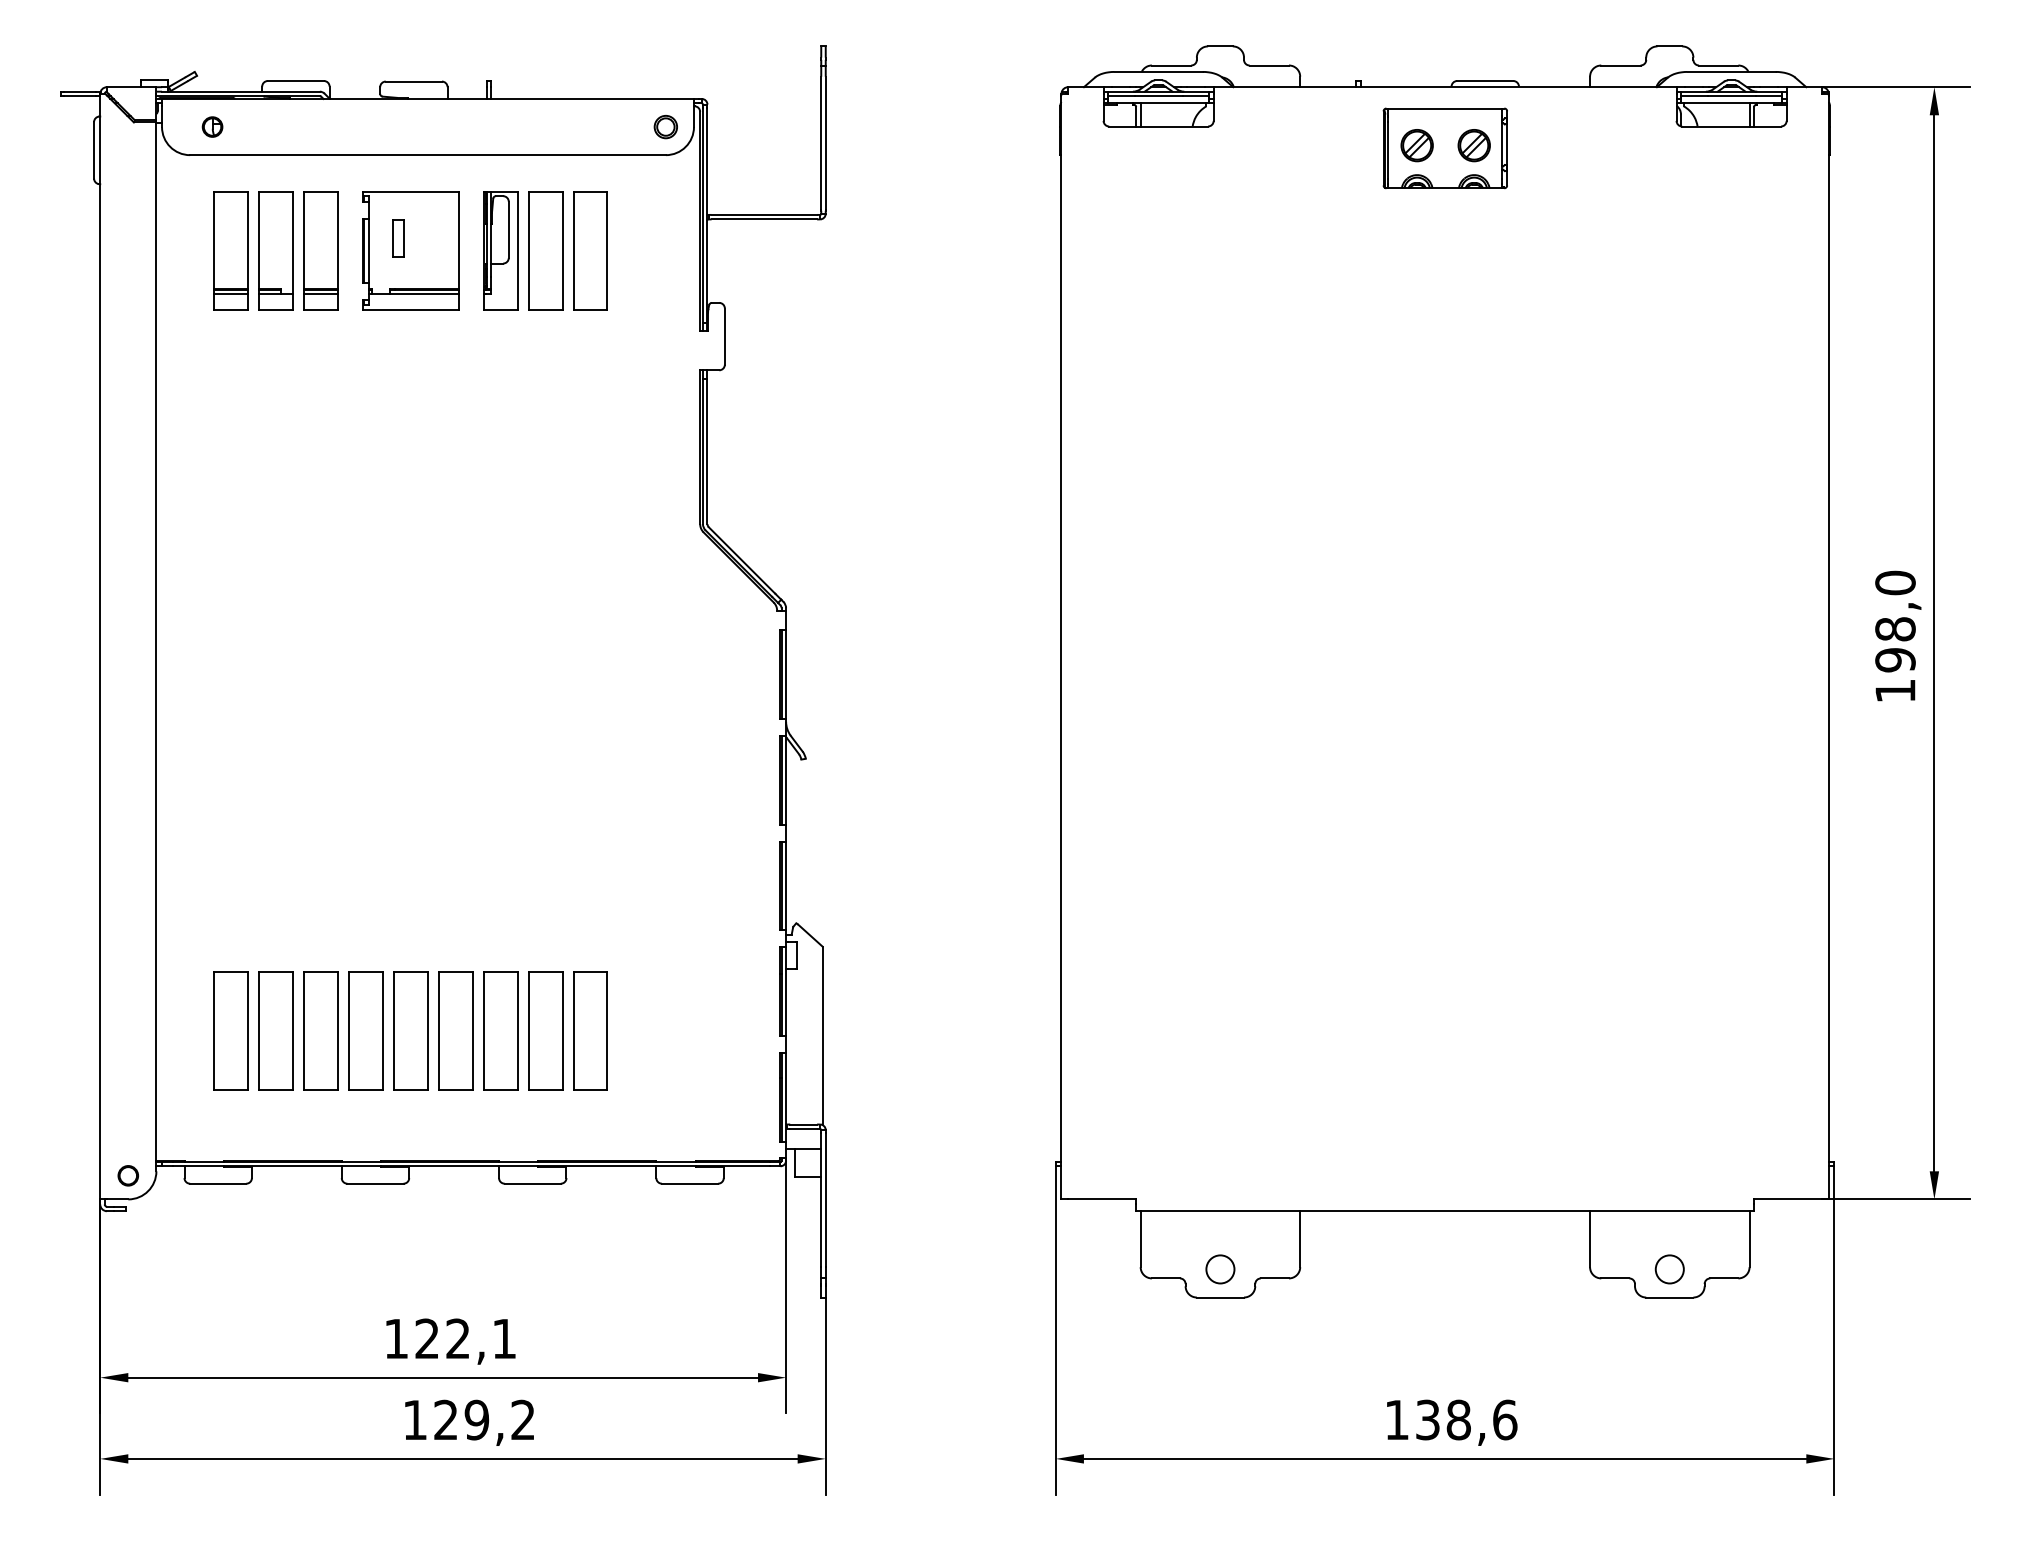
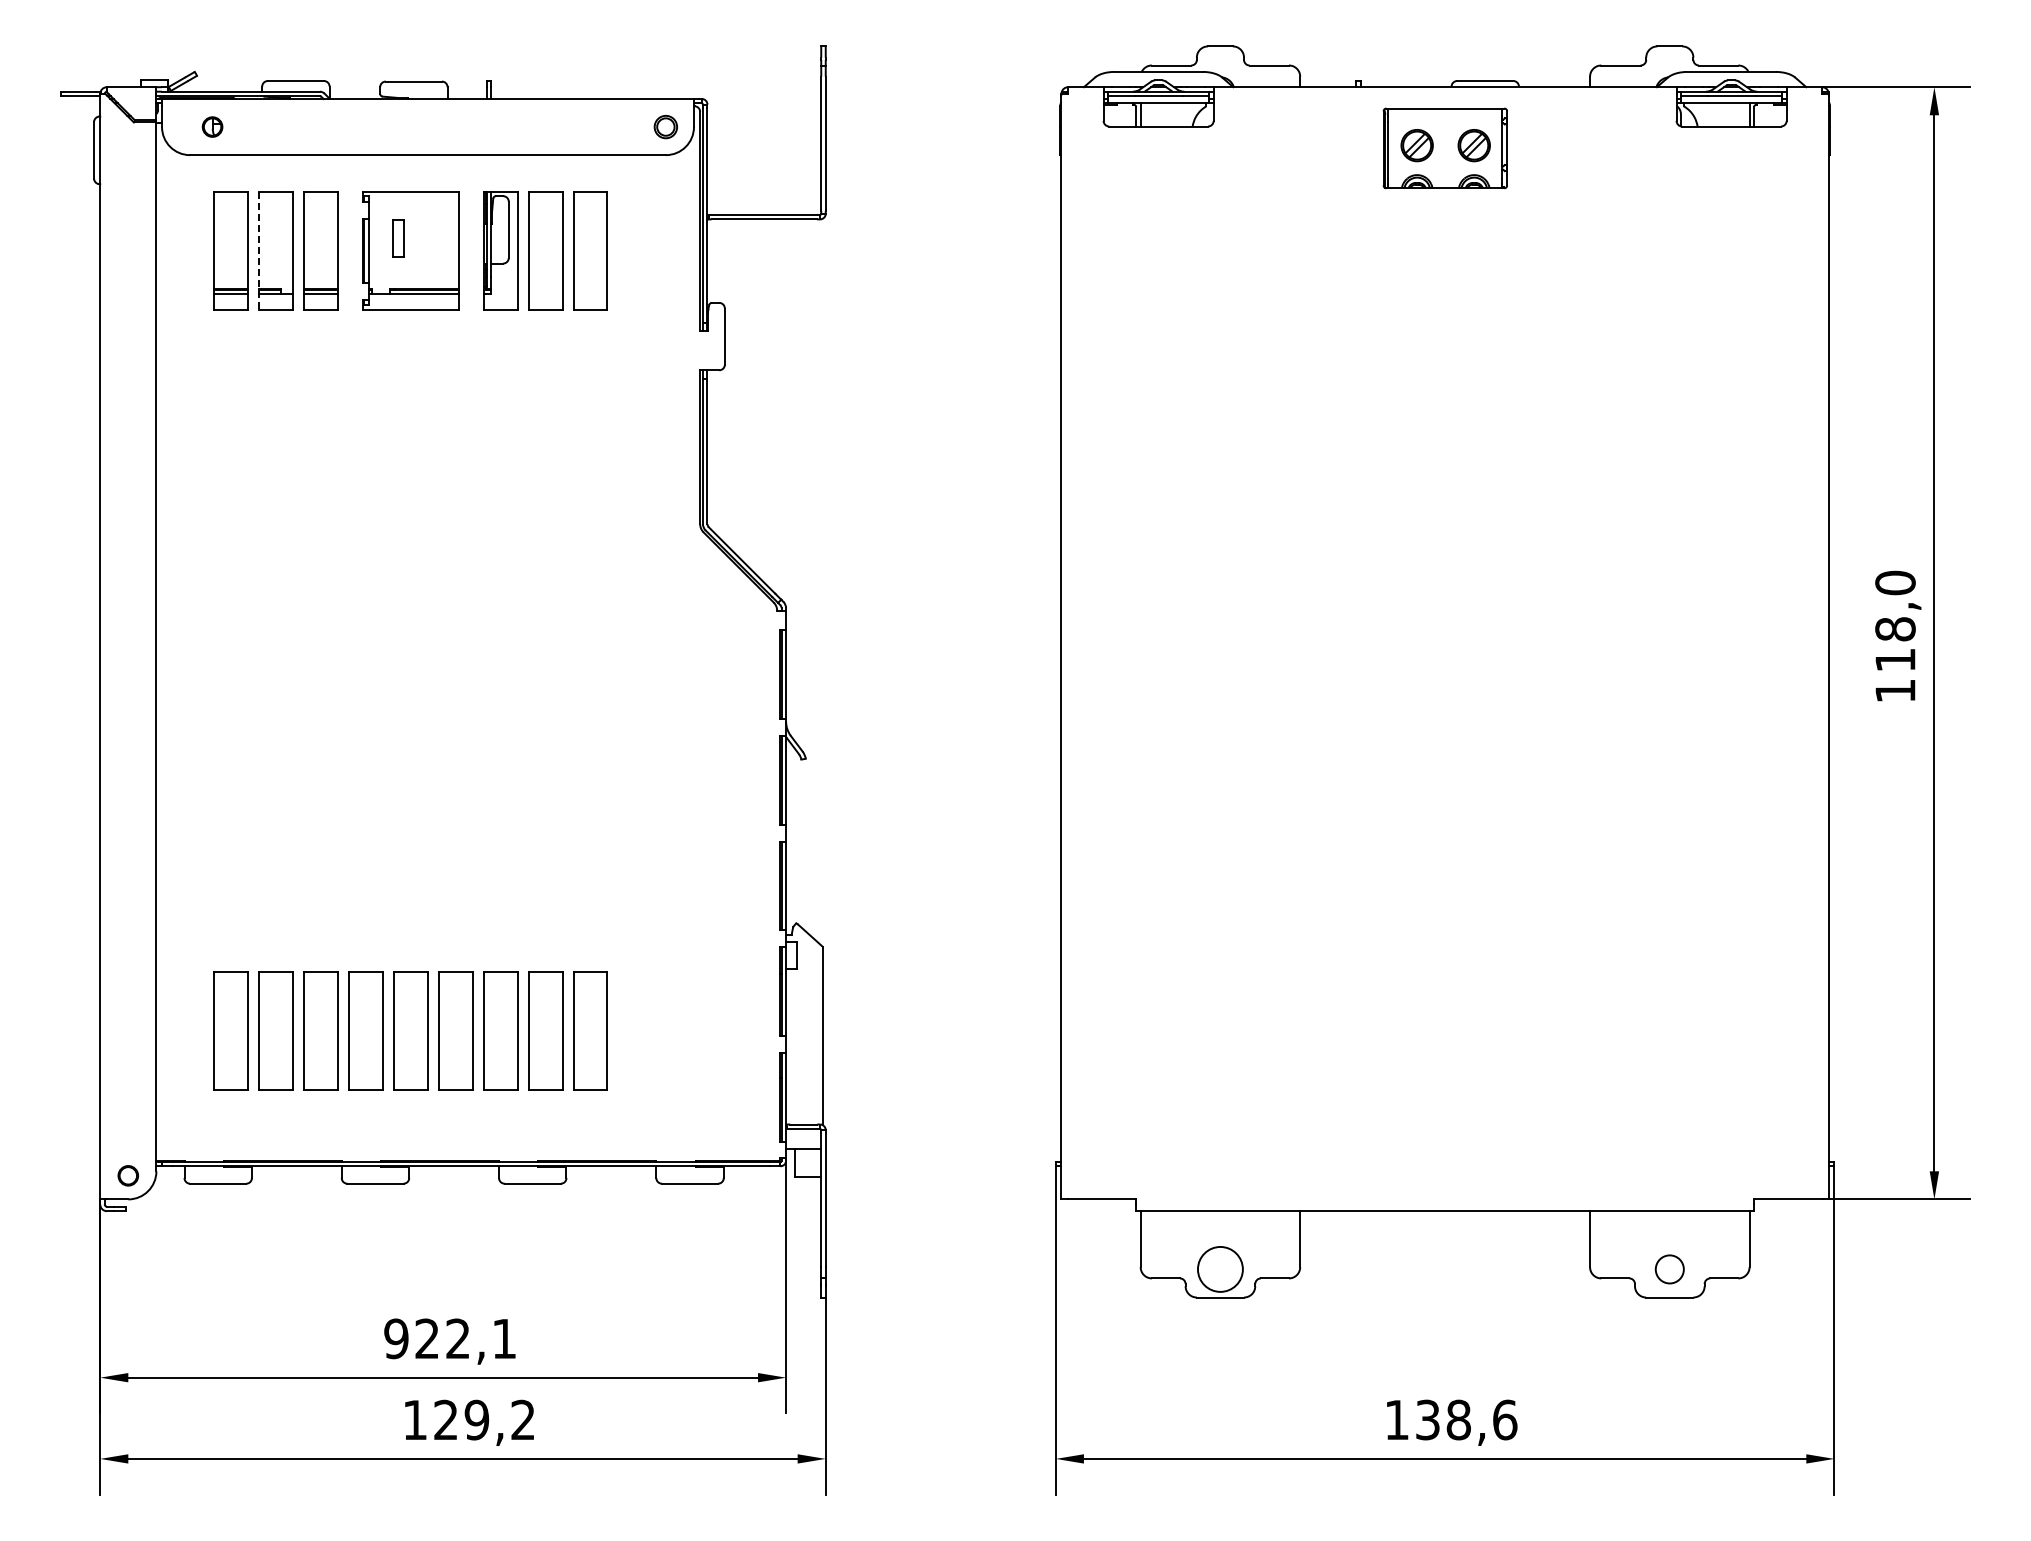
line at (259, 250): solid -> dashed
text at (1895, 660): 198,0 -> 118,0
circle at (1220, 1269) diameter: 28 px -> 45 px
text at (396, 1338): 122,1 -> 922,1
